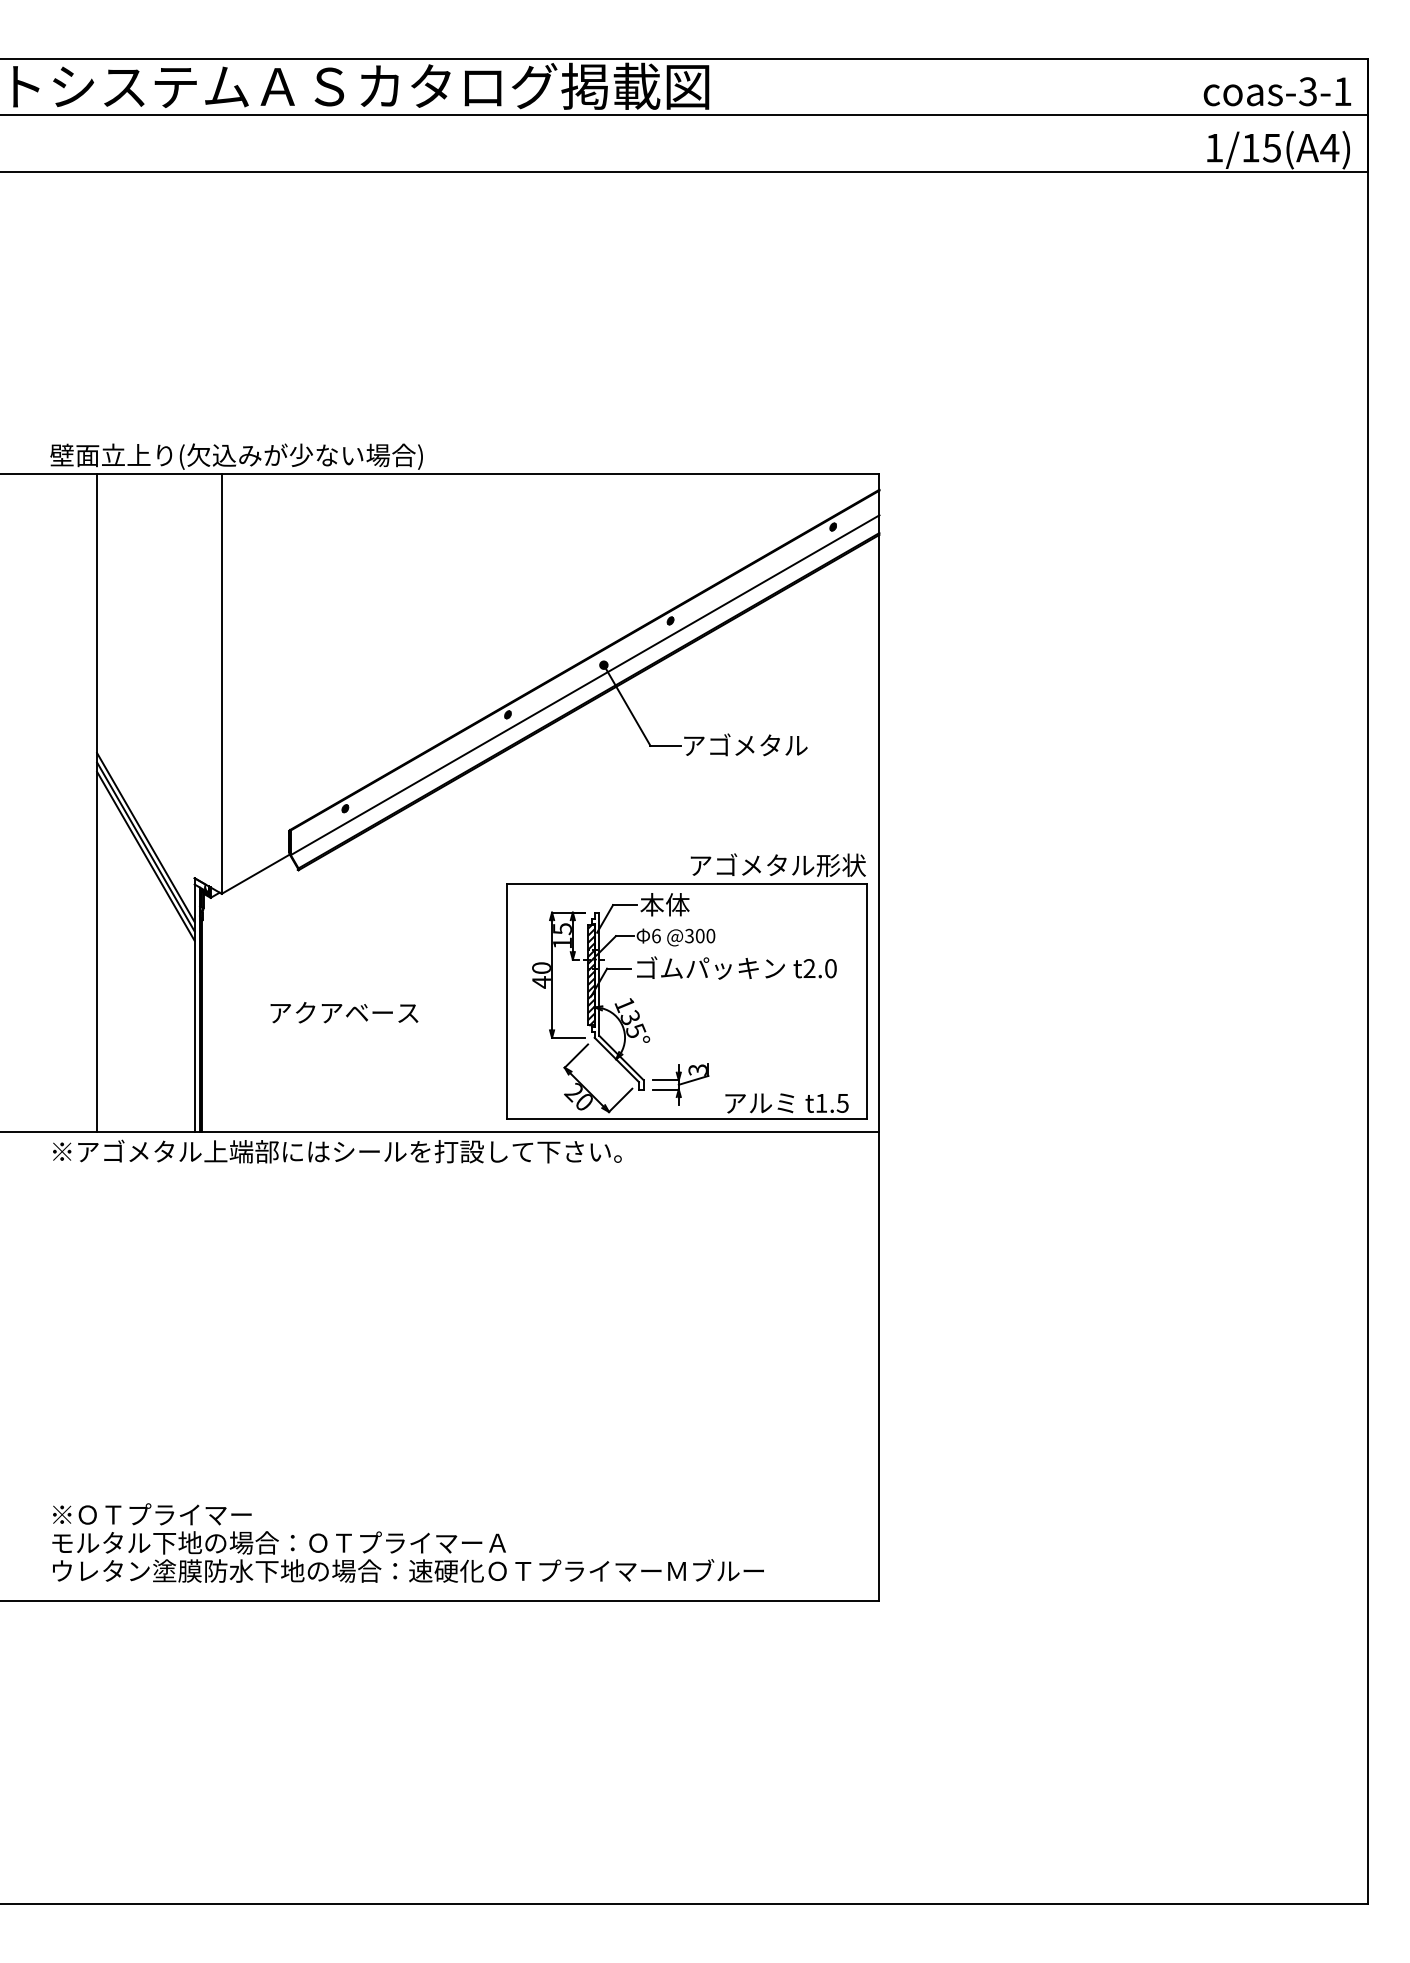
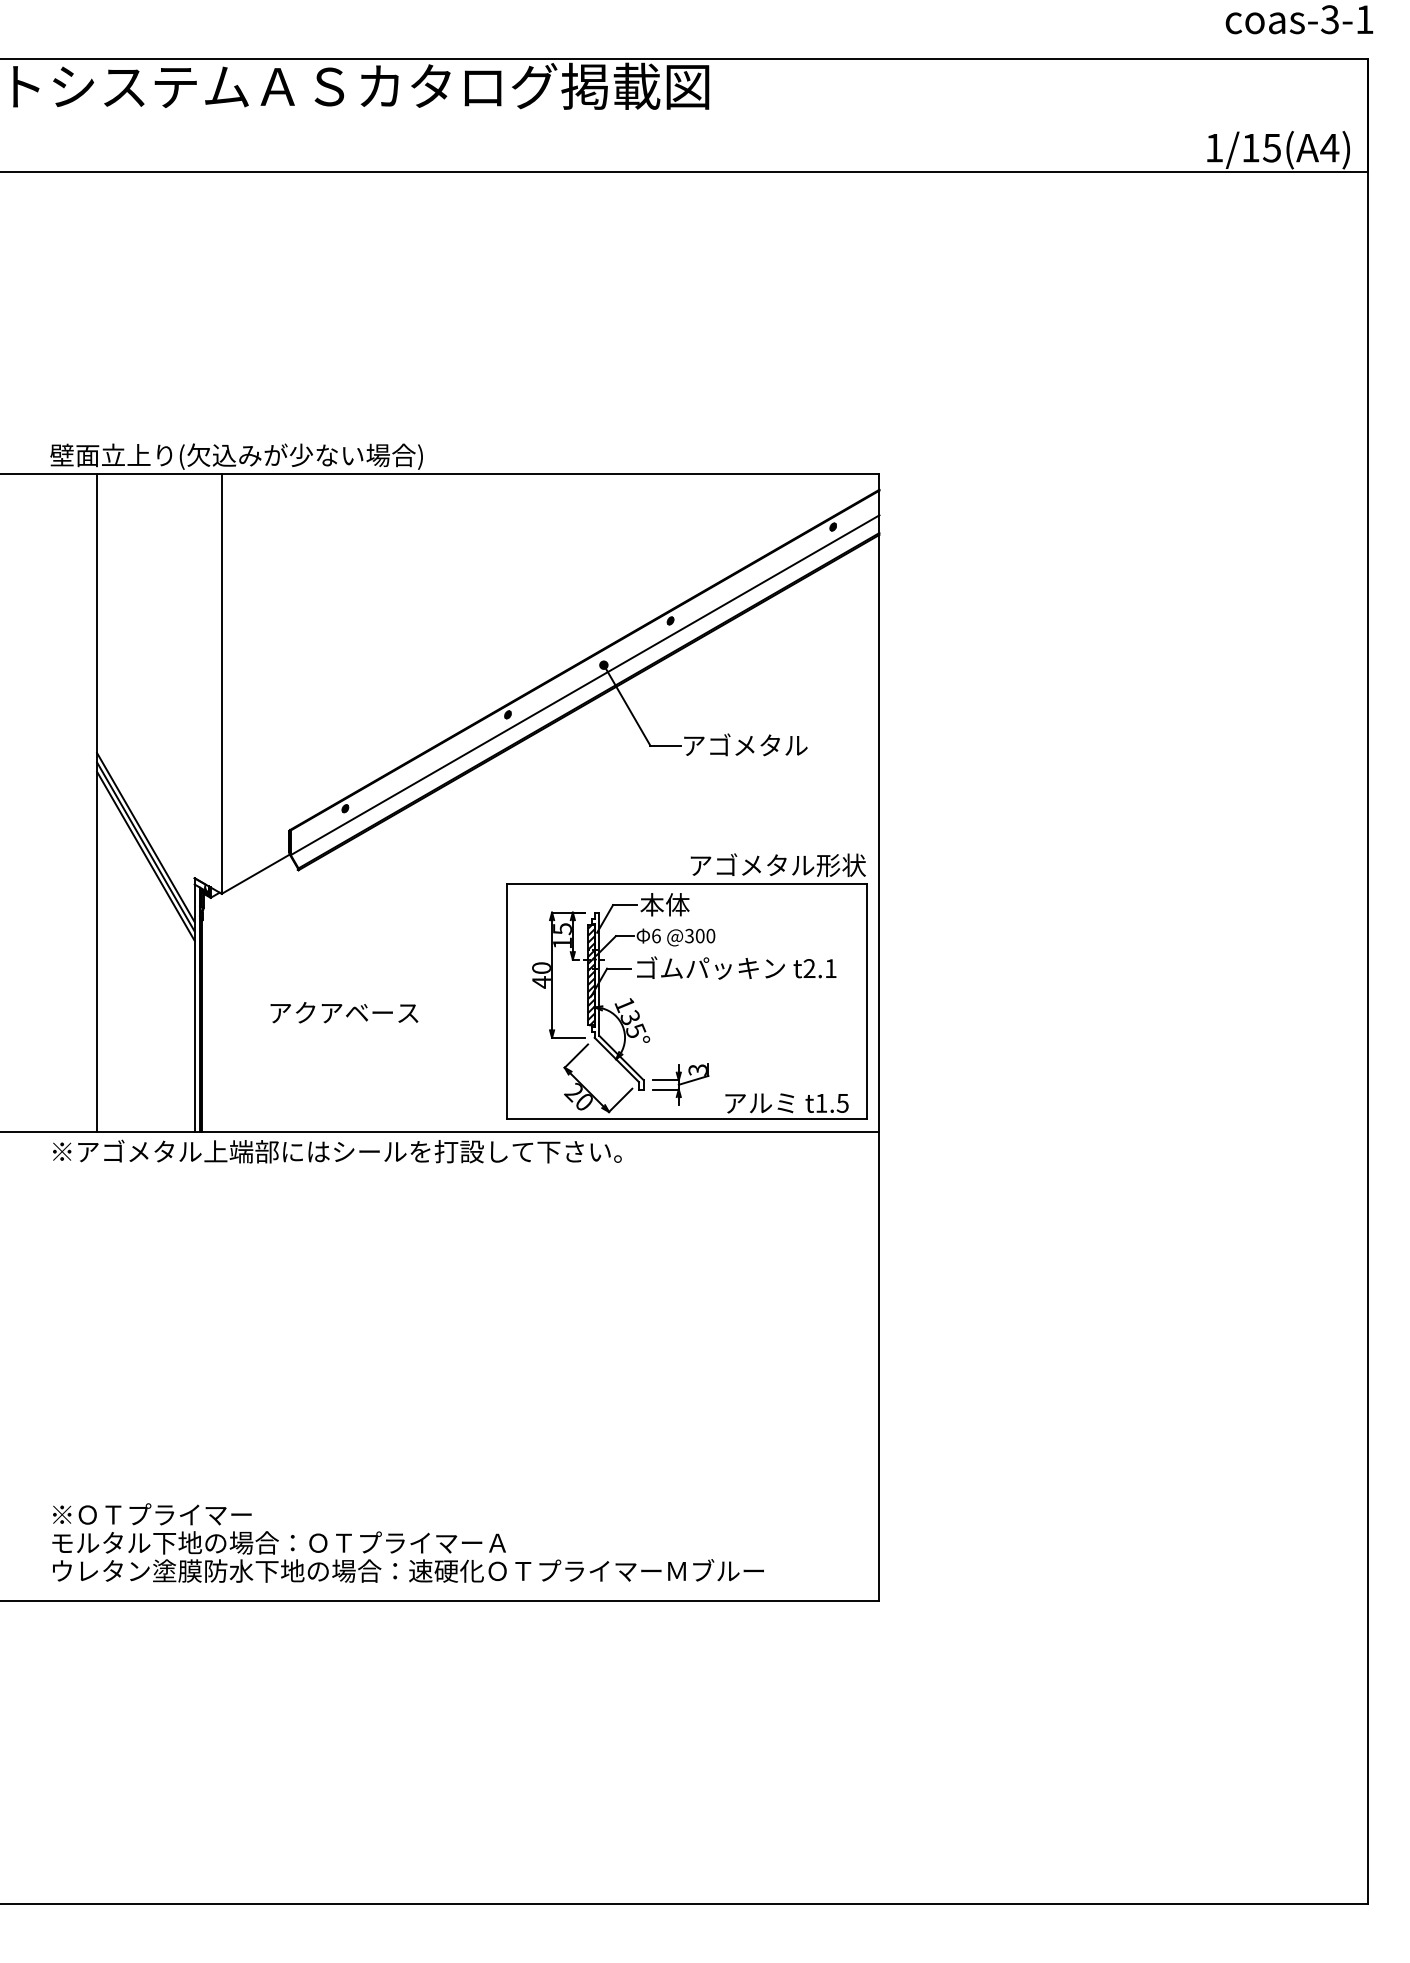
text at (1277, 91) position: (1277, 91) -> (1299, 19)
line at (684, 115): present -> none
text at (830, 968): t2.0 -> t2.1
